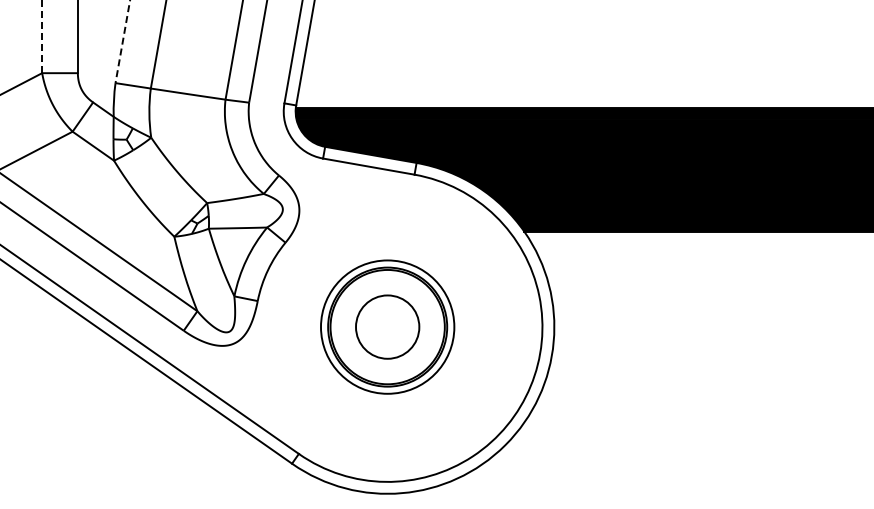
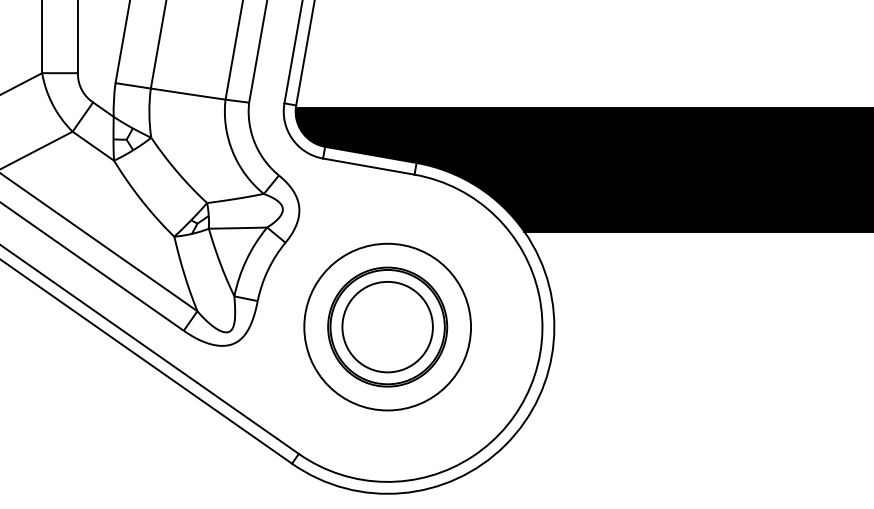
line at (42, 36): dashed -> solid
line at (122, 41): dashed -> solid
circle at (387, 326) diameter: 133 px -> 167 px
circle at (387, 326) diameter: 63 px -> 90 px
